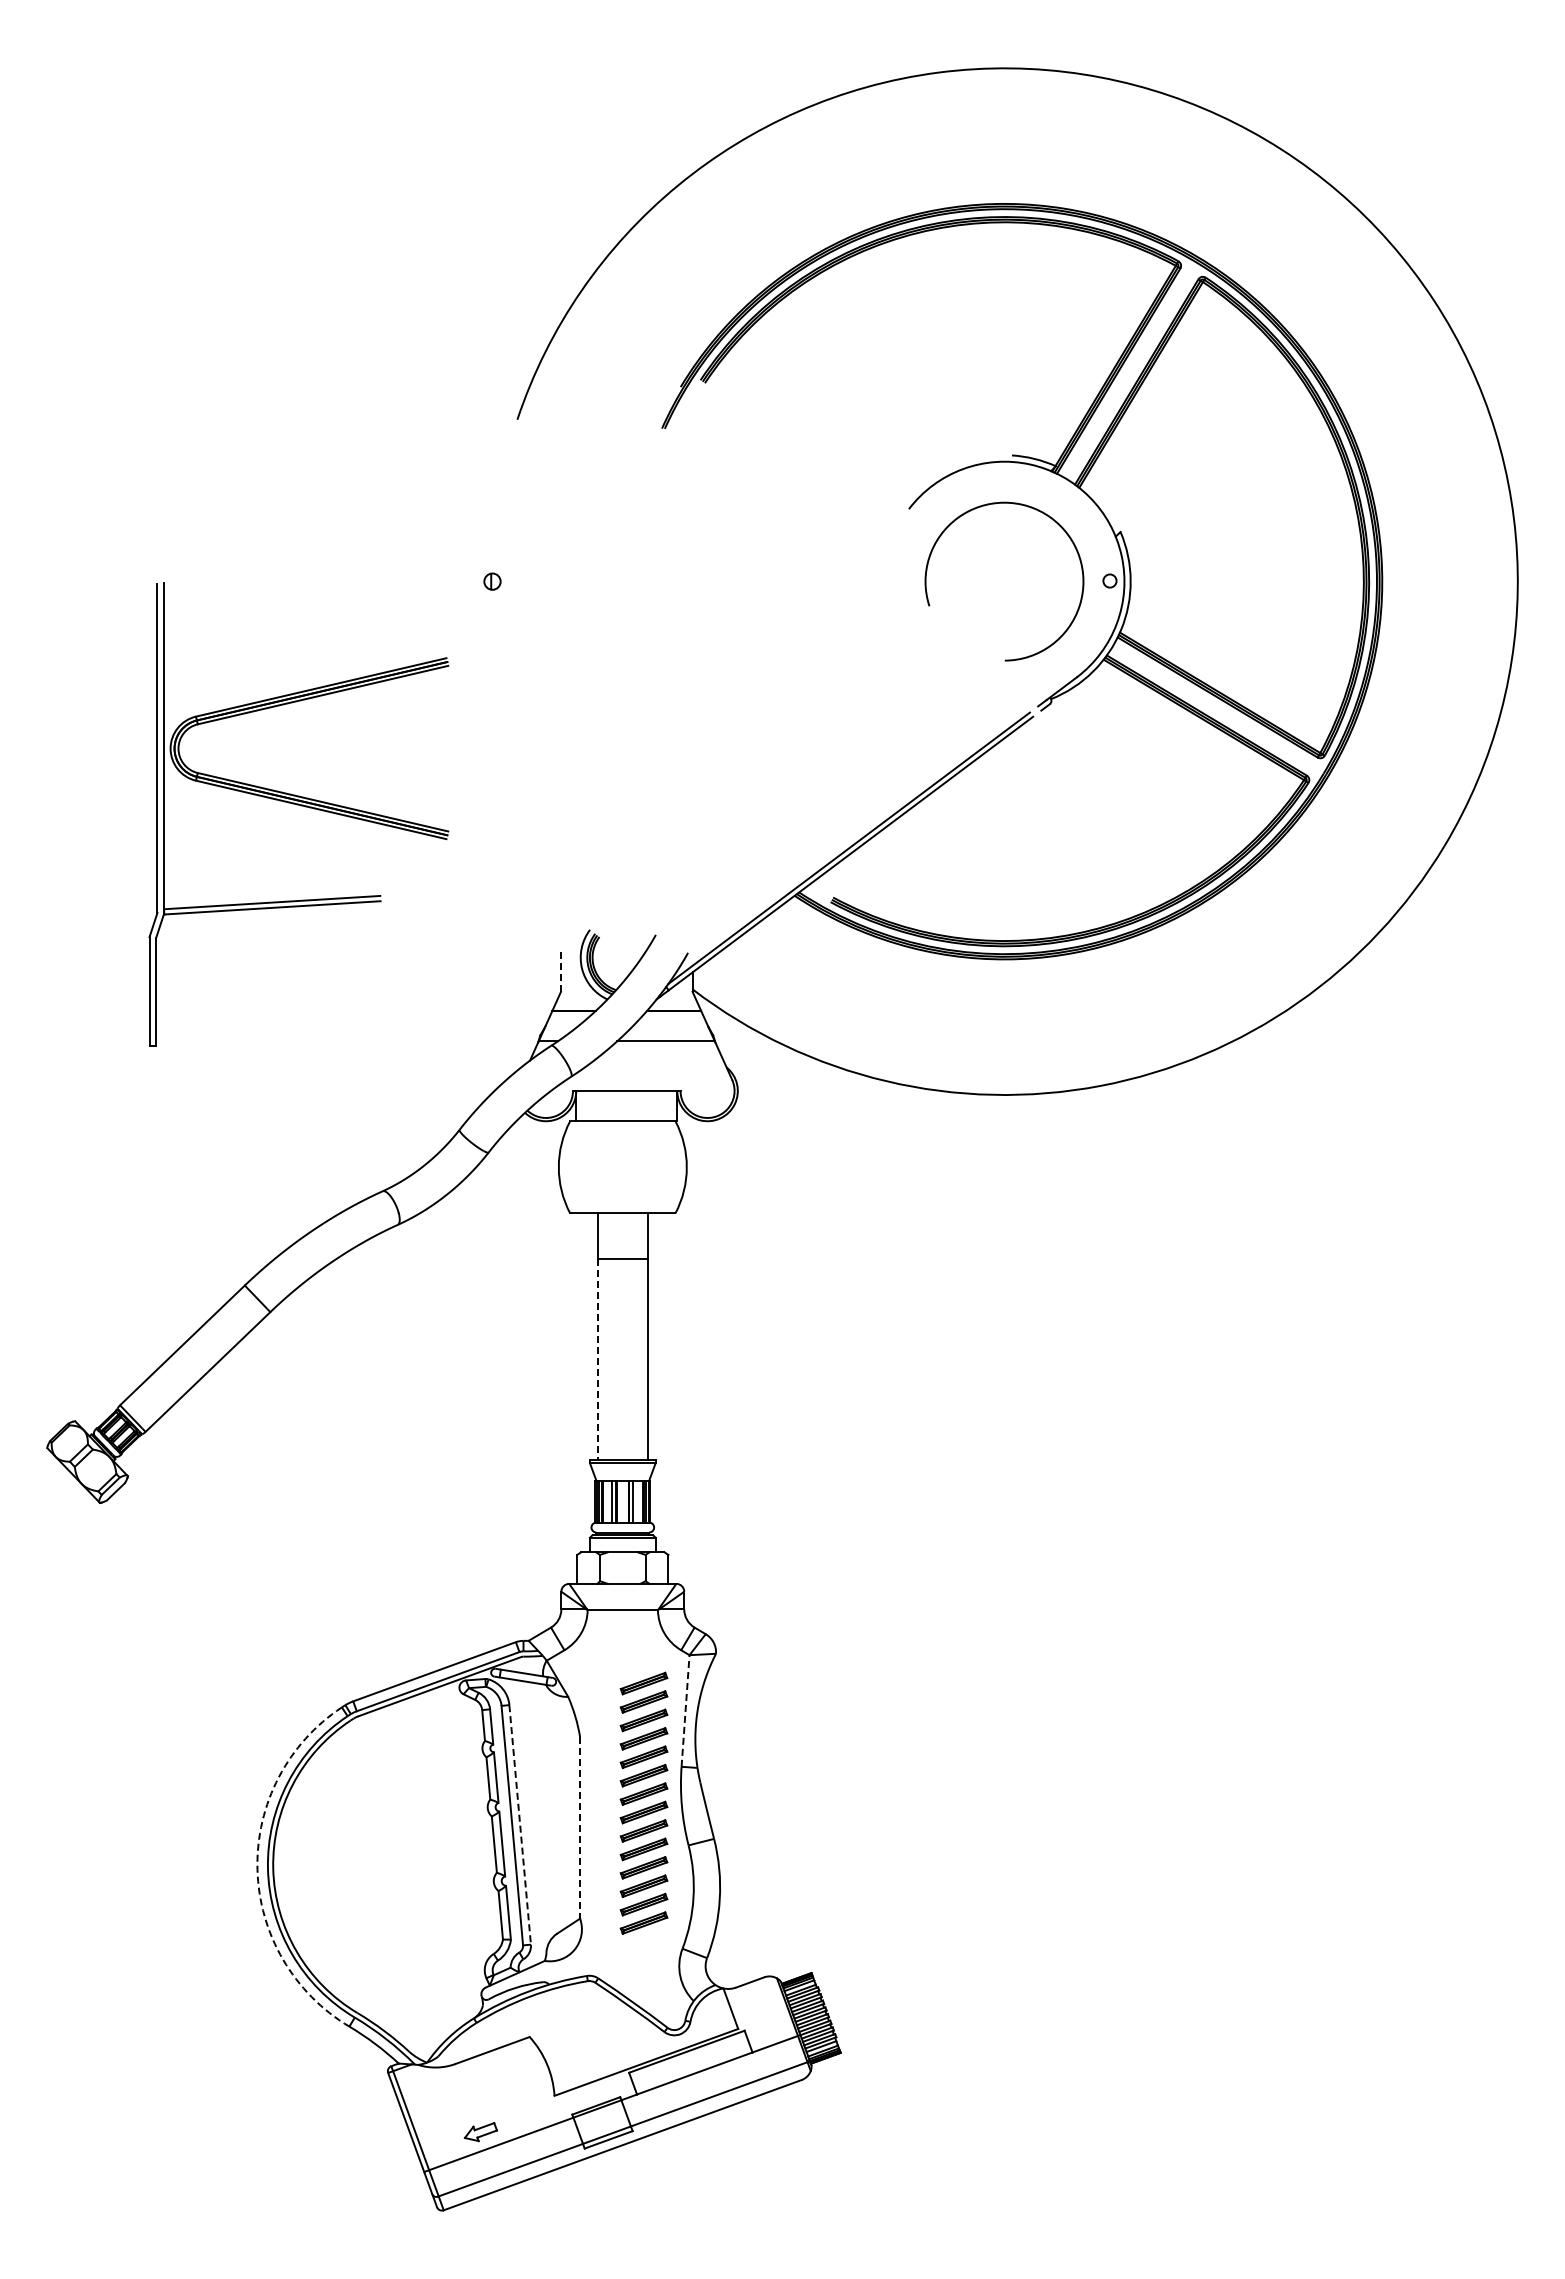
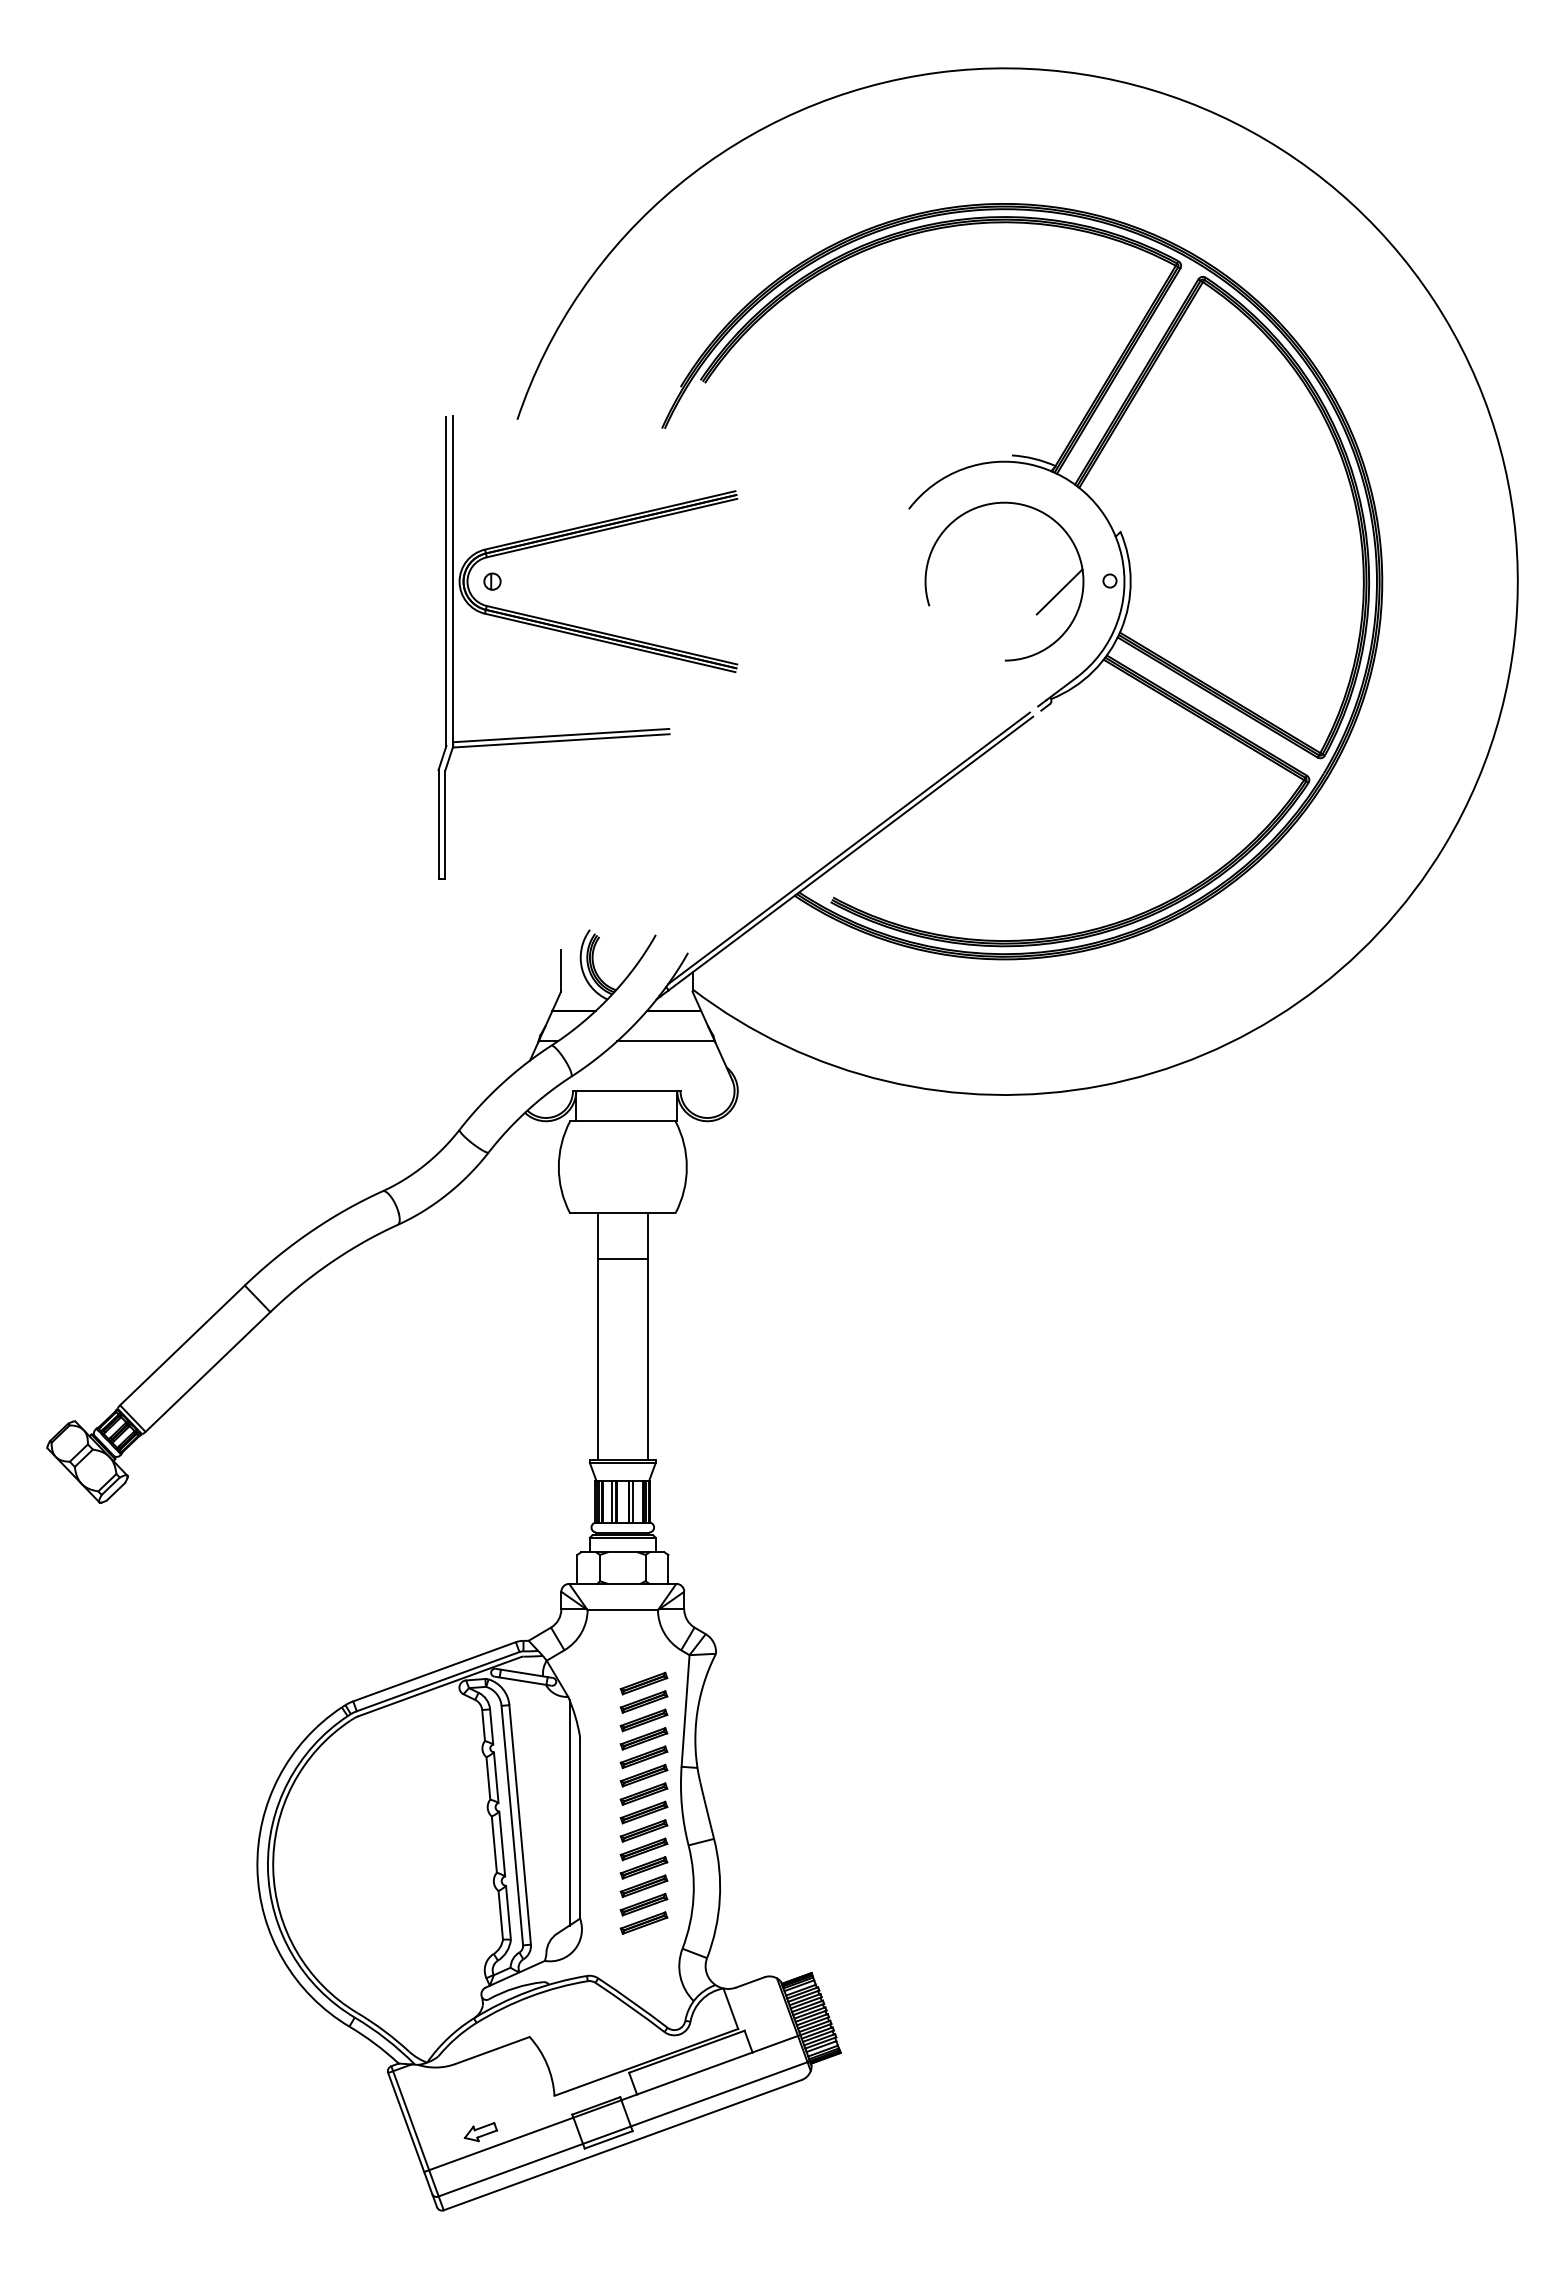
line at (1059, 591): none -> present
part at (301, 806) position: (301, 806) -> (590, 639)
line at (560, 970): dashed -> solid
line at (597, 1359): dashed -> solid
line at (685, 1710): dashed -> solid
line at (569, 1812): none -> present
line at (520, 1825): dashed -> solid
line at (580, 1827): dashed -> solid
arc at (257, 1869): dashed -> solid
